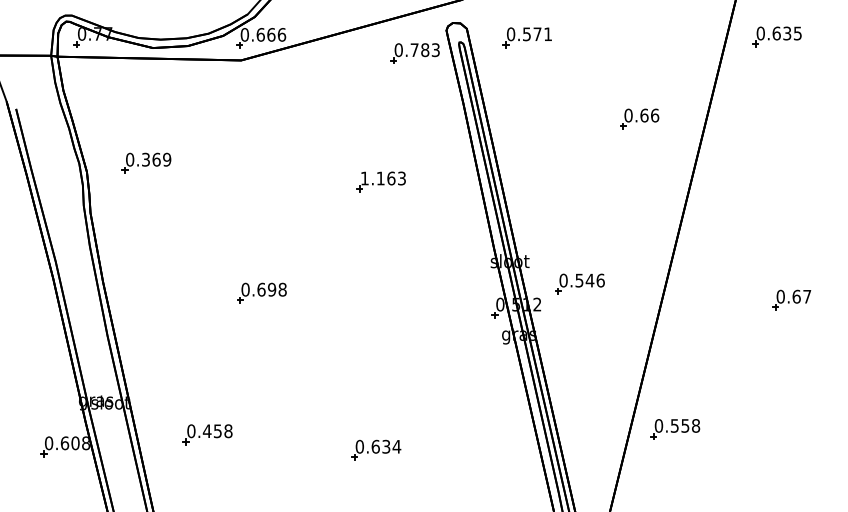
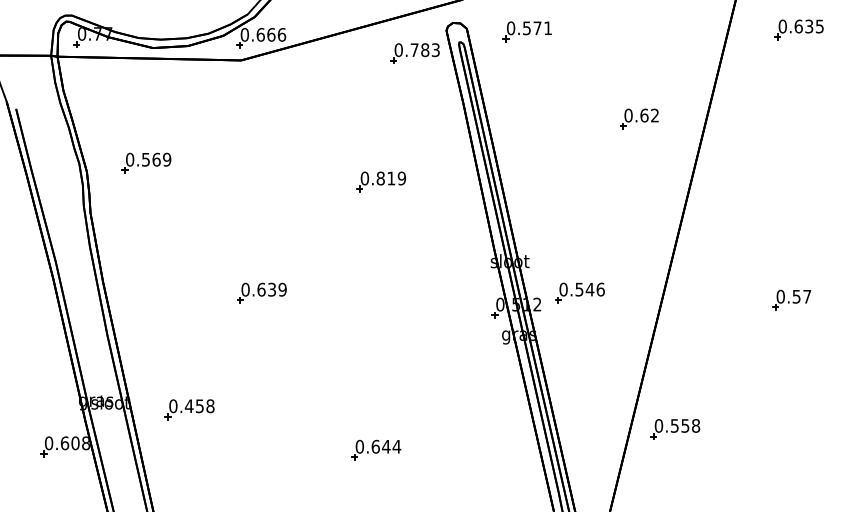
part at (776, 36) position: (776, 36) -> (798, 29)
part at (526, 37) position: (526, 37) -> (526, 31)
text at (655, 115): 0.66 -> 0.62
text at (145, 158): 0.369 -> 0.569
text at (383, 178): 1.163 -> 0.819
part at (579, 283) position: (579, 283) -> (579, 292)
text at (276, 289): 0.698 -> 0.639
text at (796, 296): 0.67 -> 0.57
part at (207, 434) position: (207, 434) -> (189, 409)
text at (385, 446): 0.634 -> 0.644
